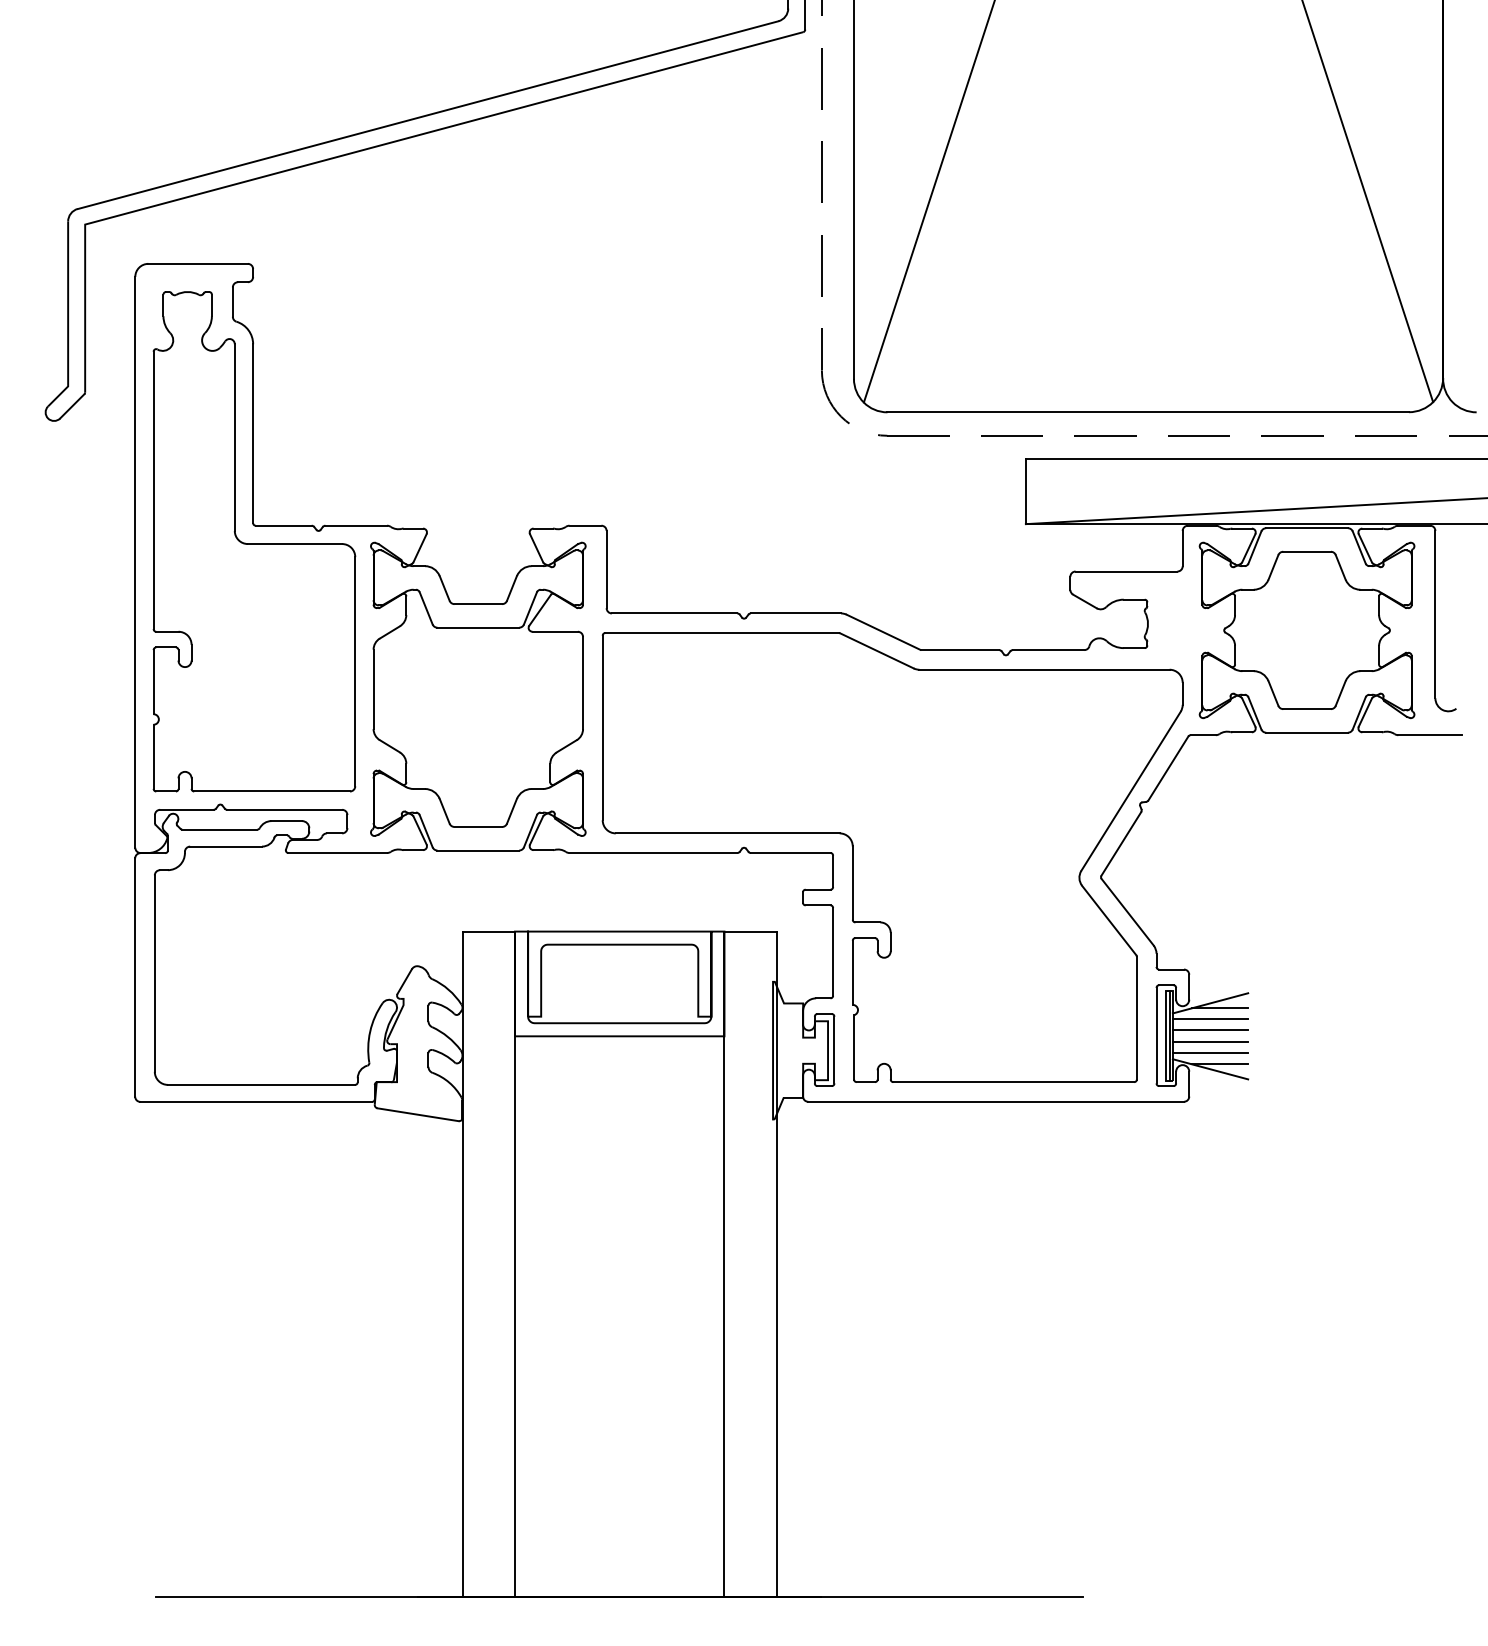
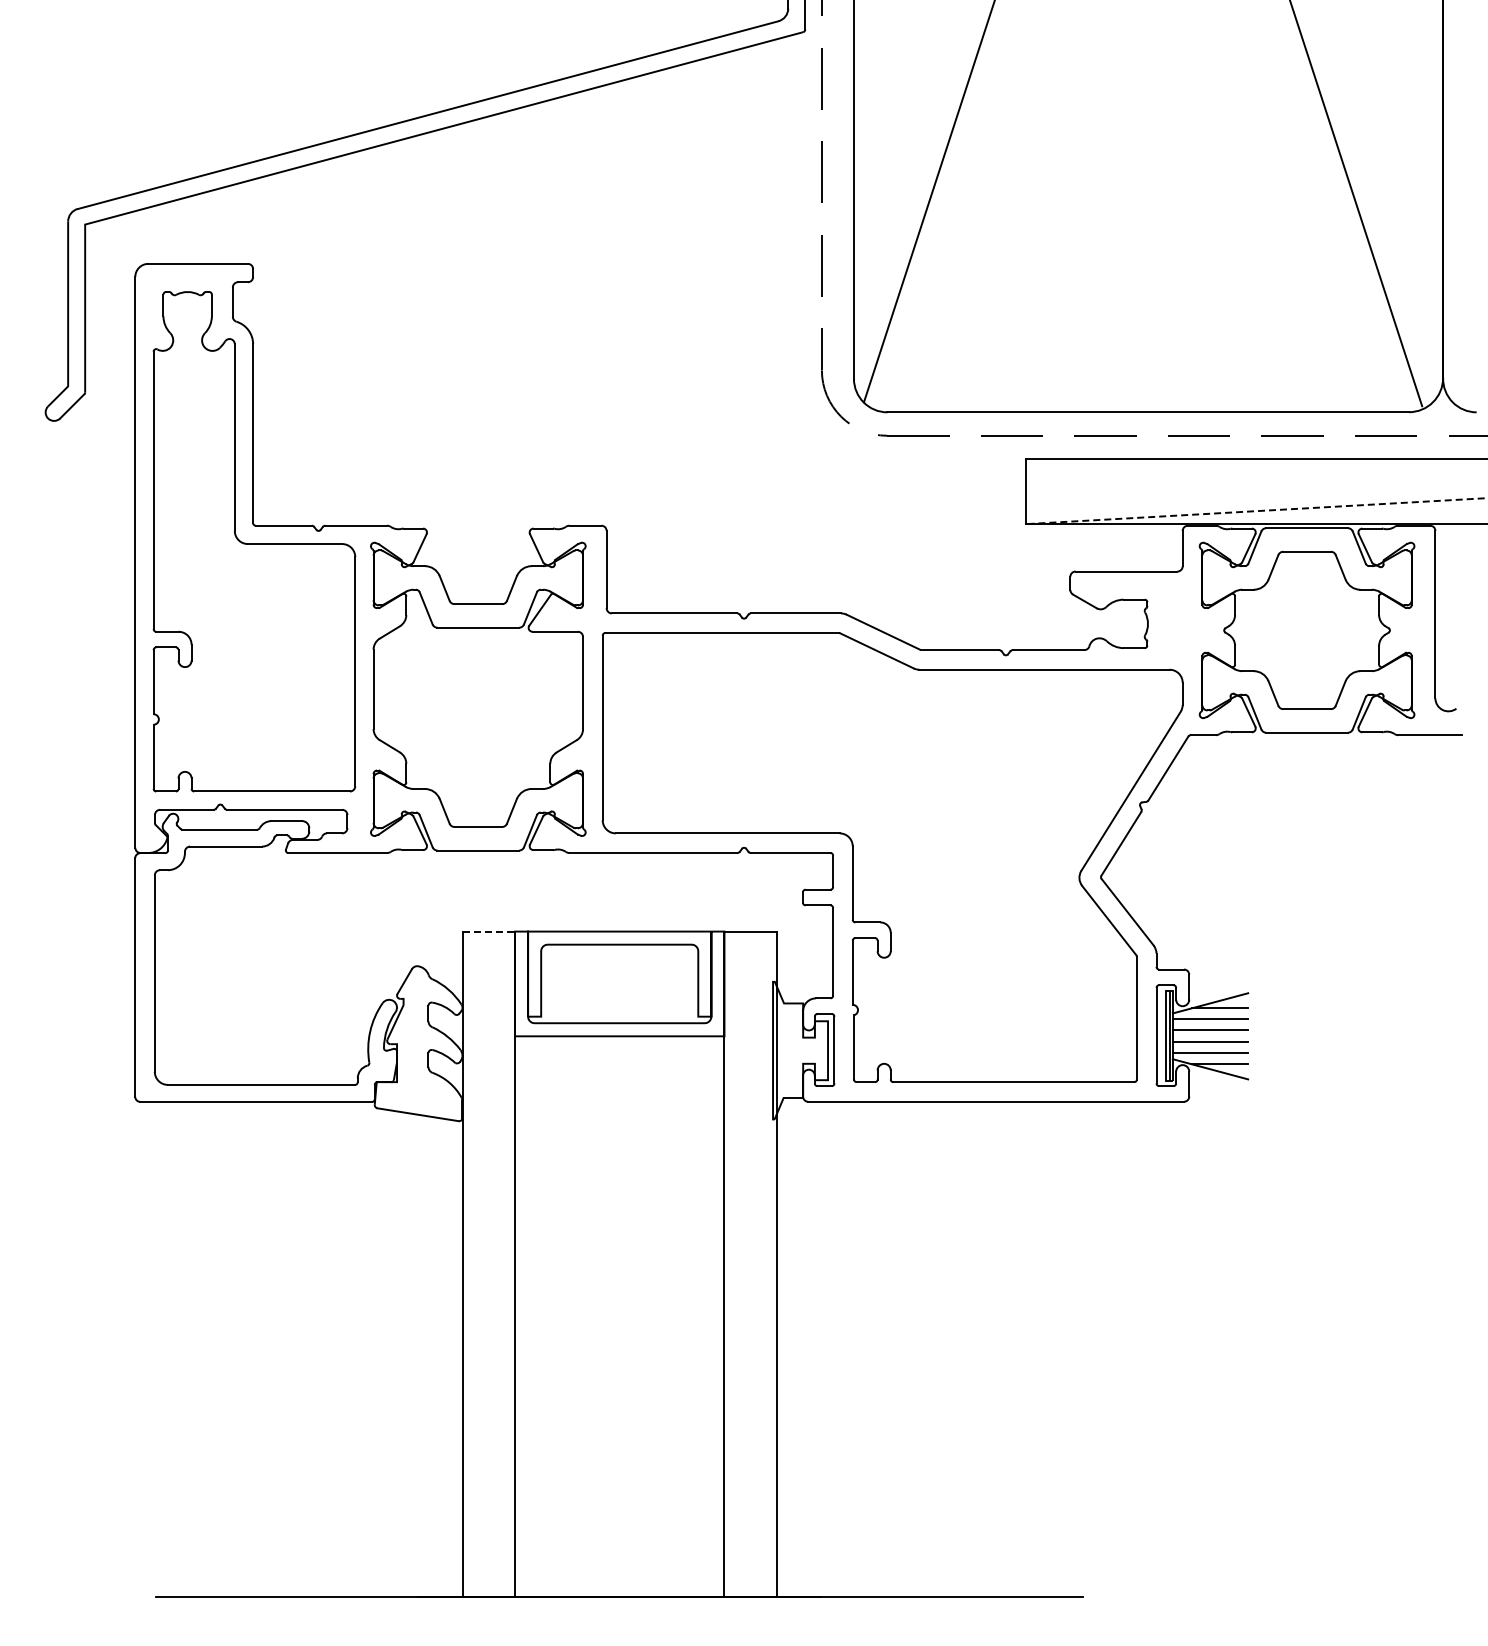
line at (1368, 202) position: (1368, 202) -> (1356, 204)
line at (1256, 511): solid -> dashed
line at (489, 931): solid -> dashed
